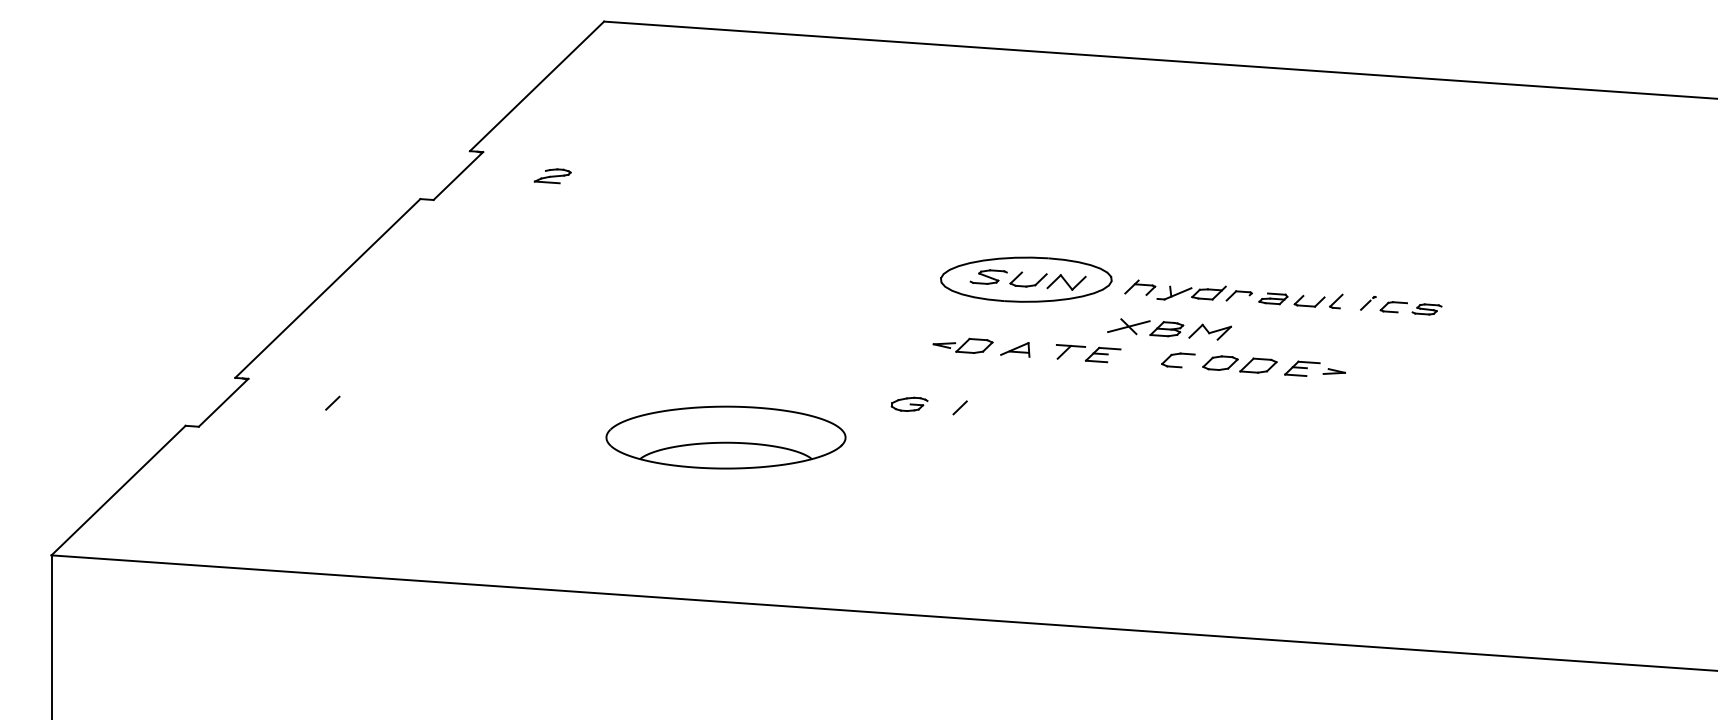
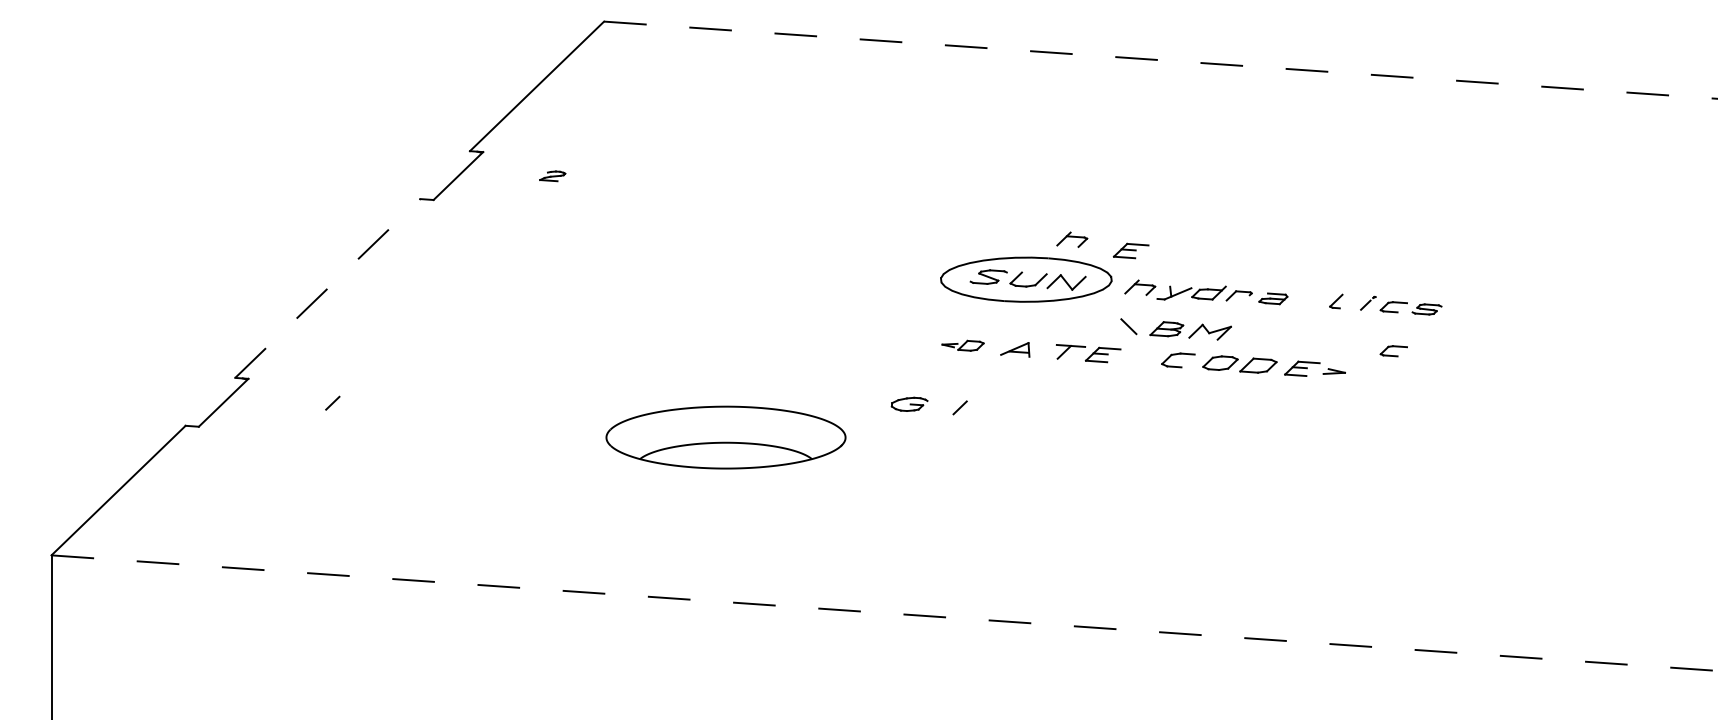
line at (1160, 60): solid -> dashed
part at (552, 176) size: 39x17 px -> 28x13 px
part at (1072, 239): none -> present
part at (1130, 250): none -> present
line at (327, 288): solid -> dashed
part at (1309, 300): present -> none
line at (1128, 326): present -> none
part at (962, 345) size: 62x17 px -> 44x13 px
part at (1393, 351): none -> present
line at (885, 613): solid -> dashed
